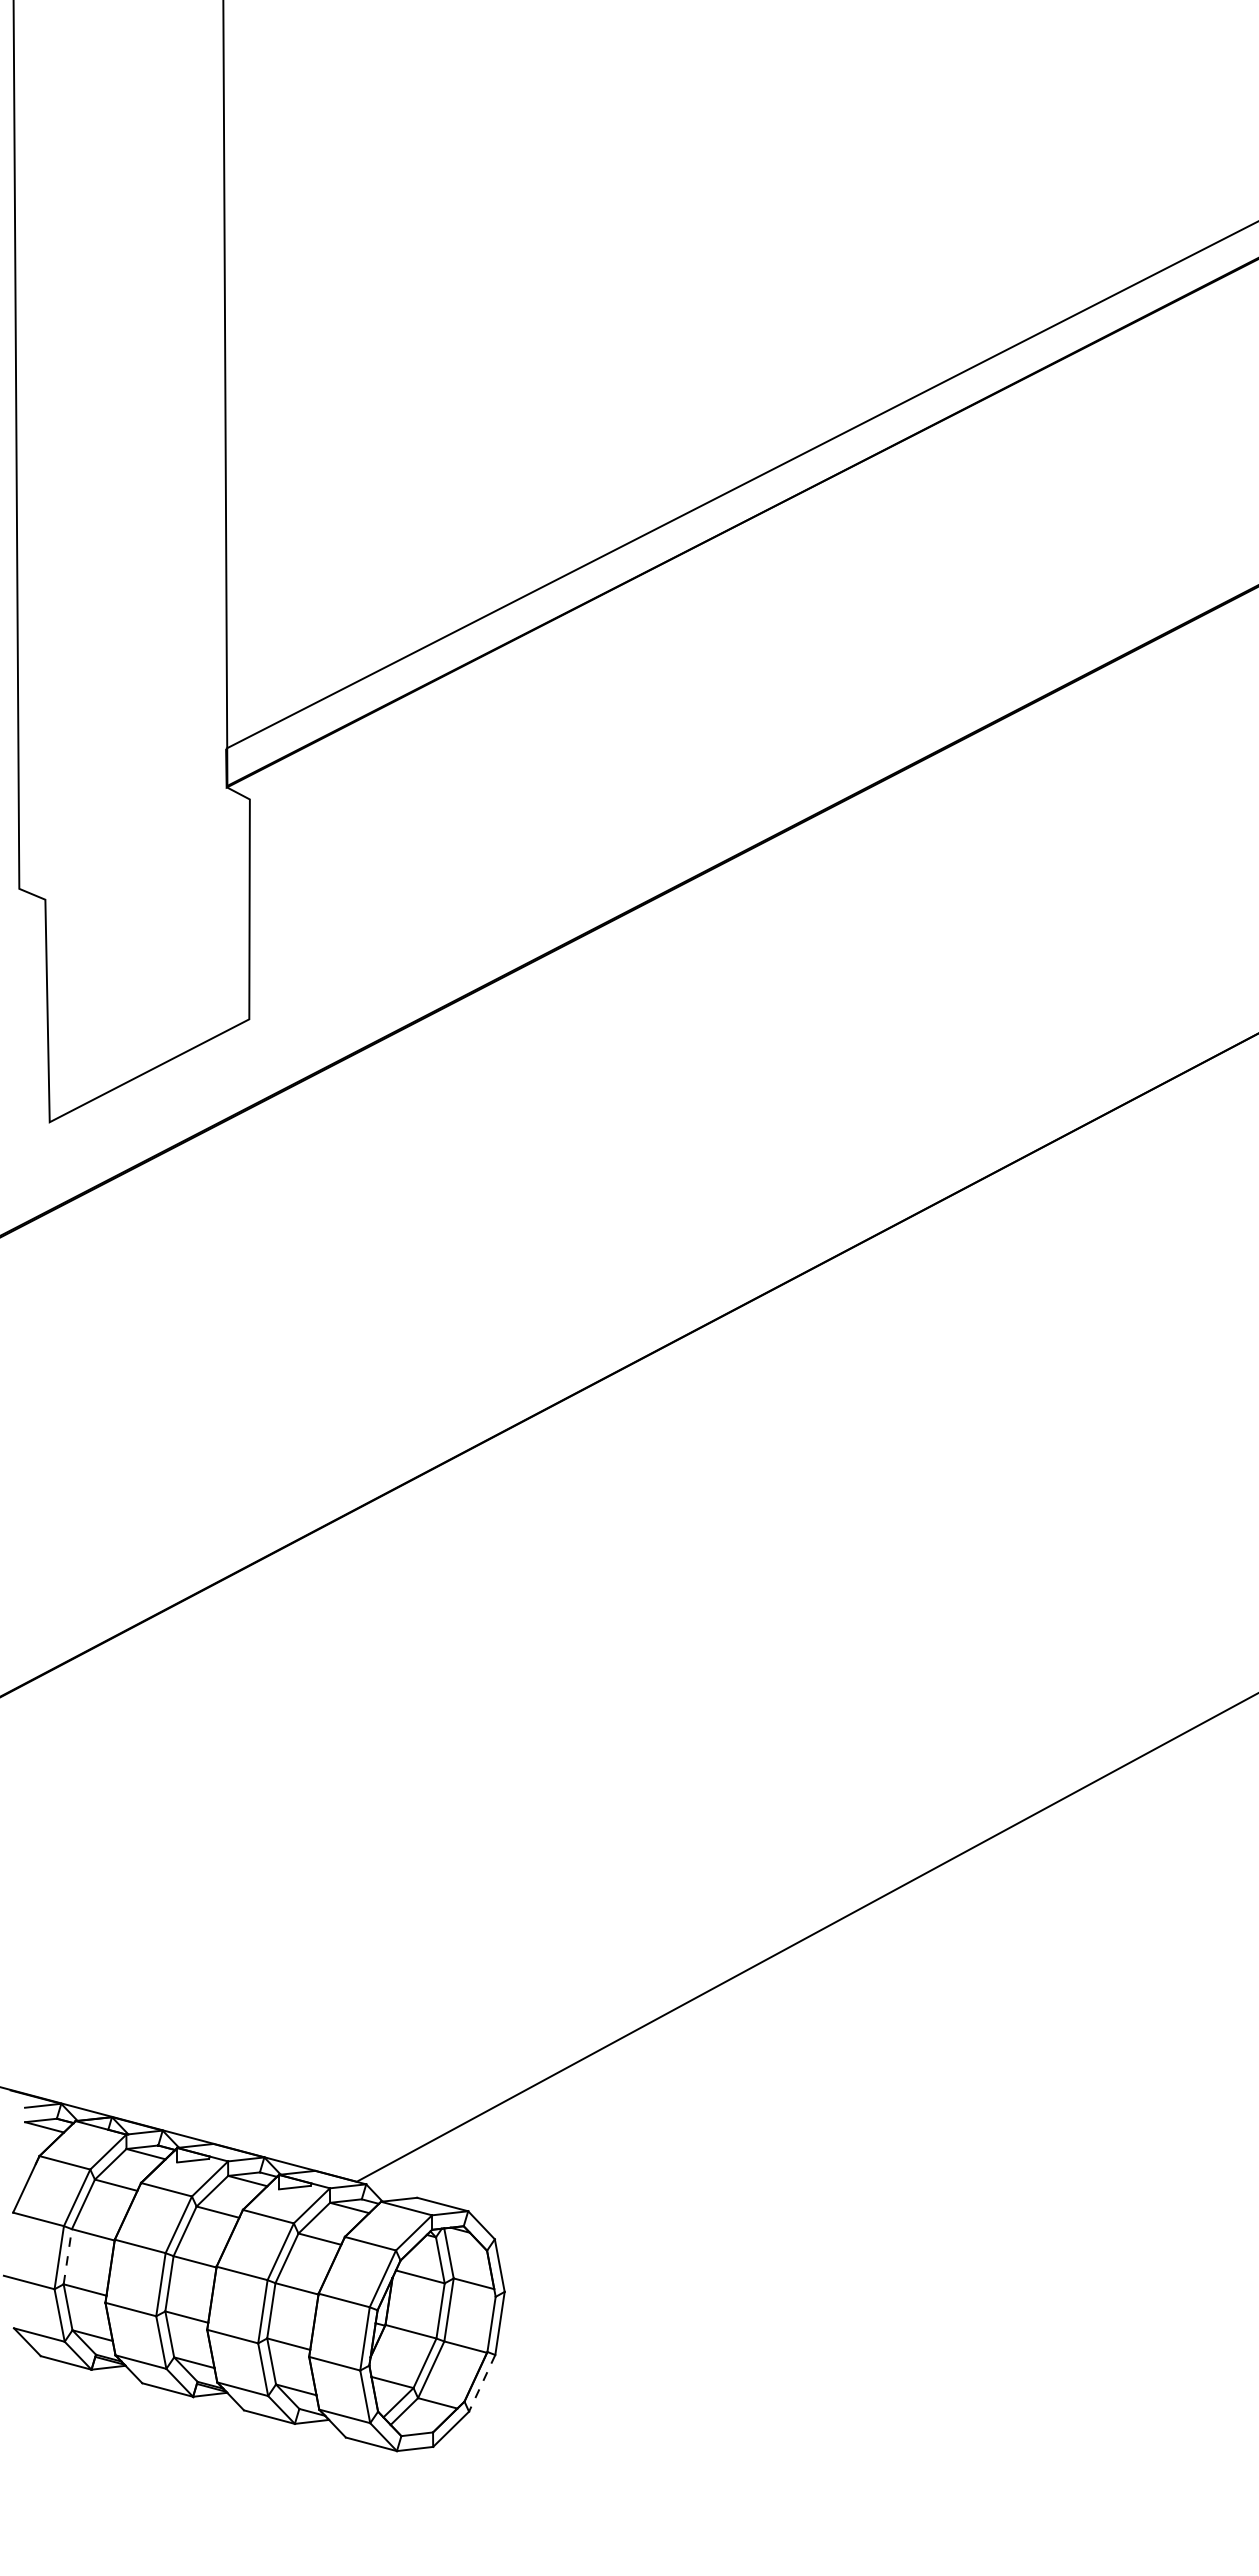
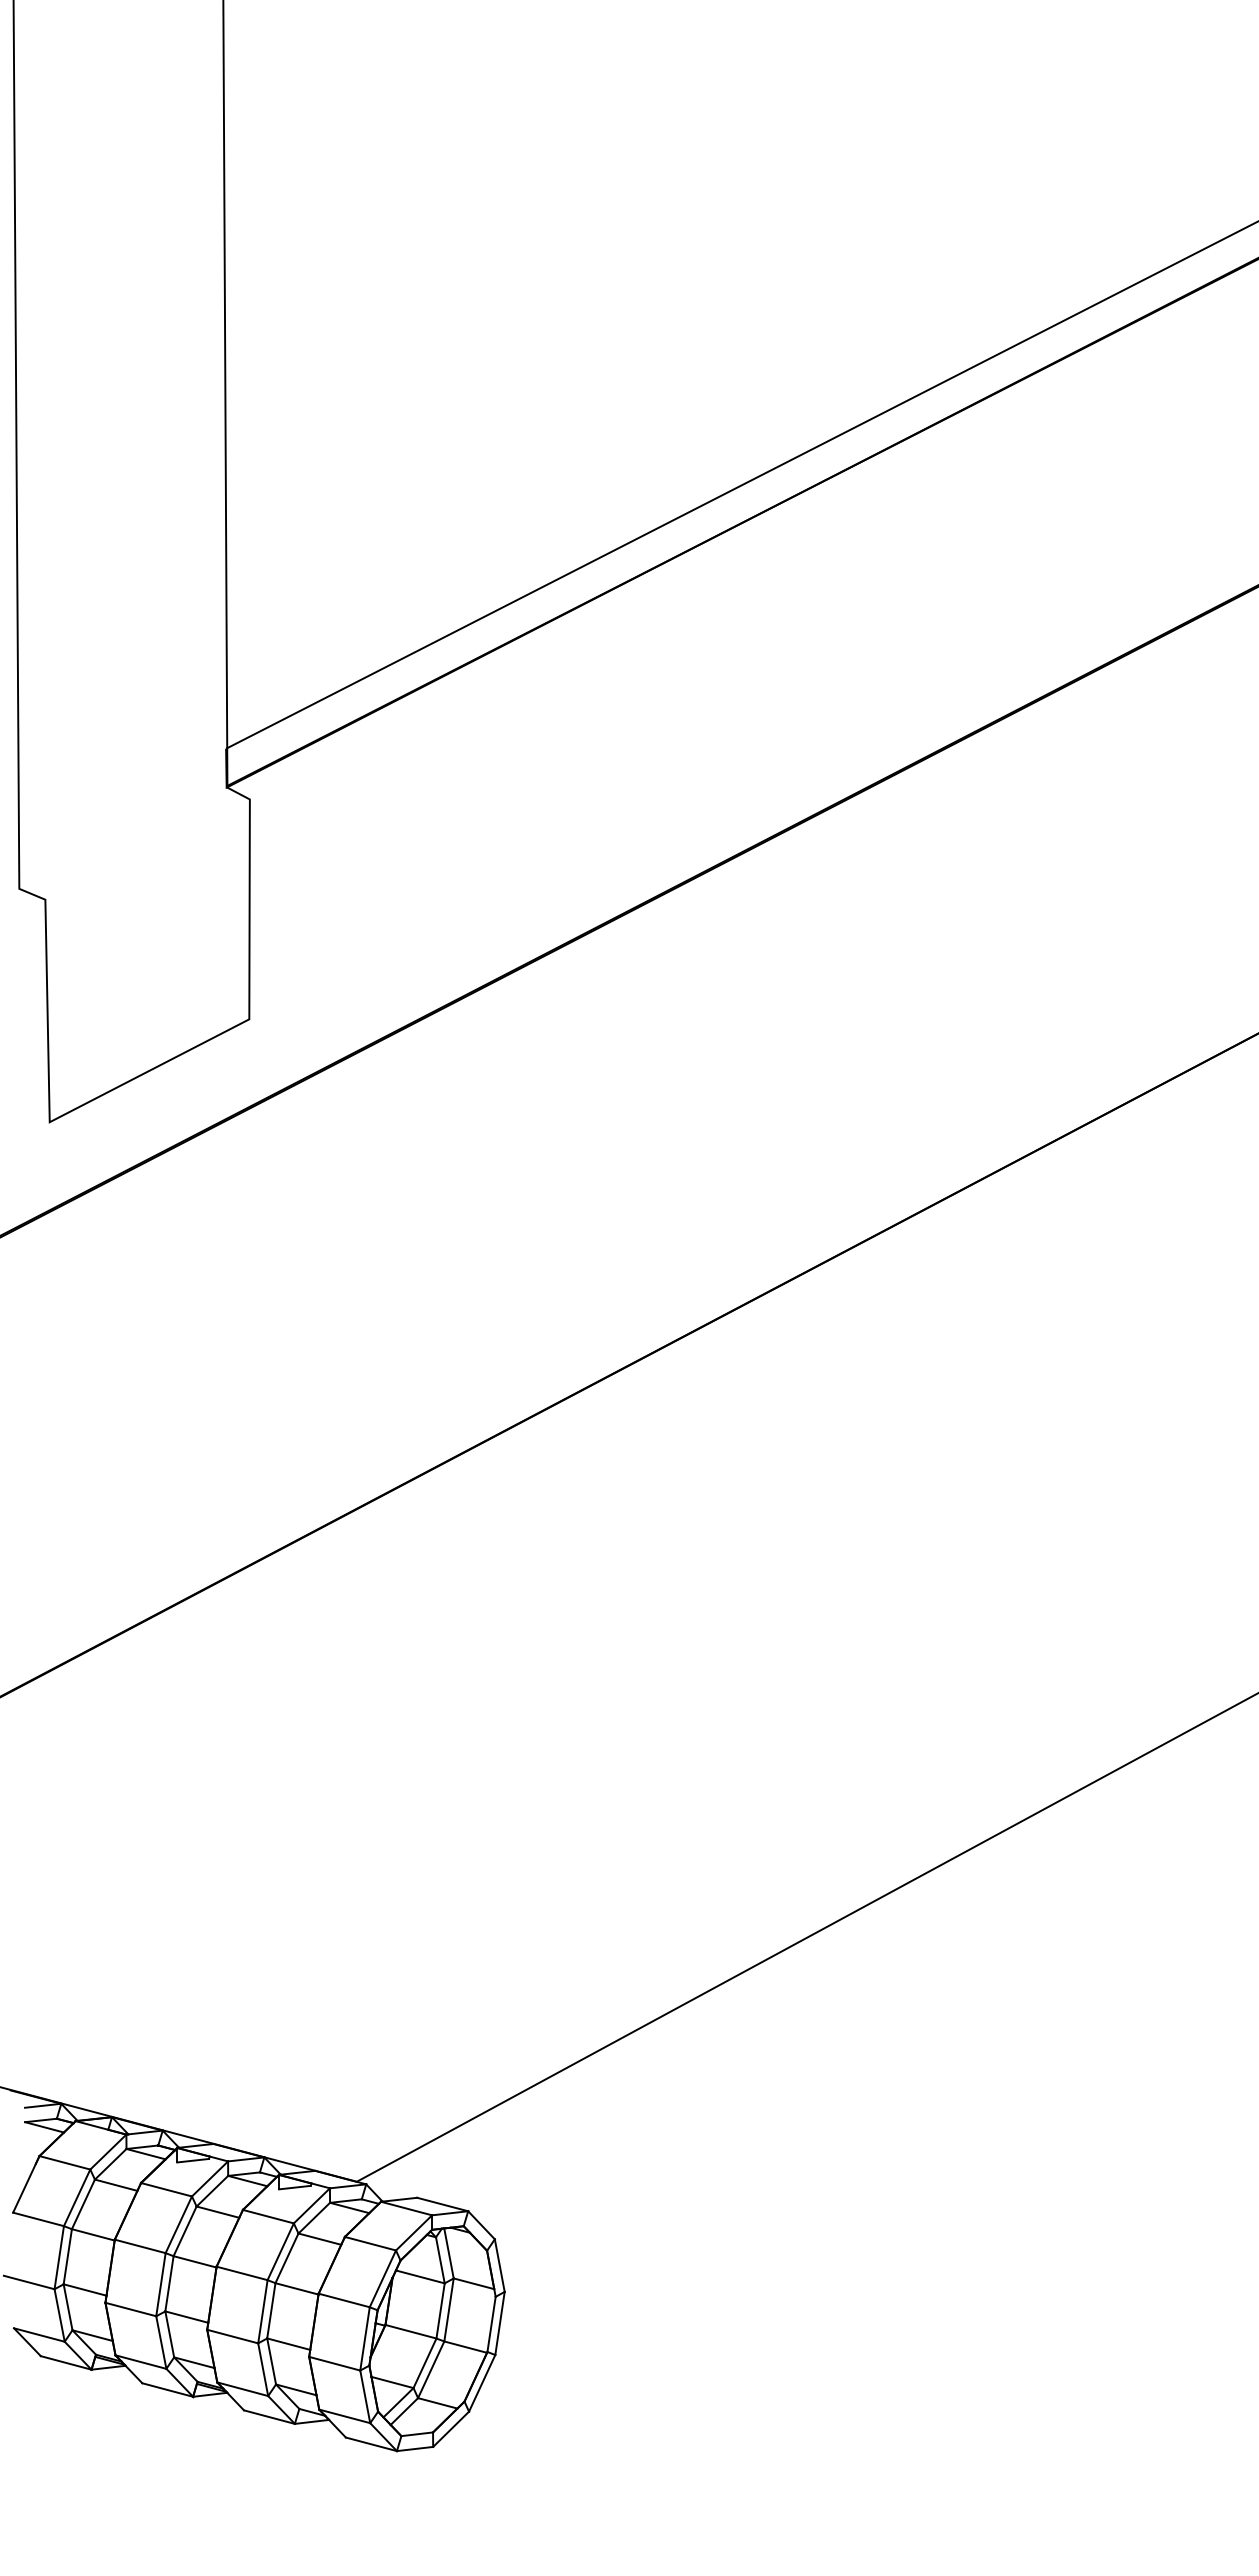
line at (67, 2256): dashed -> solid
line at (481, 2383): dashed -> solid
